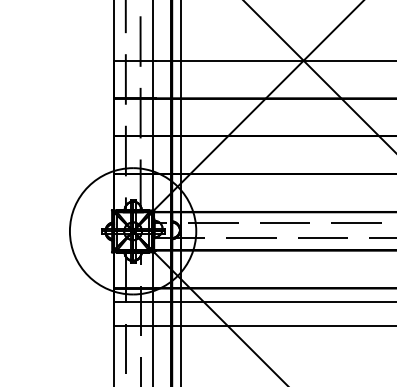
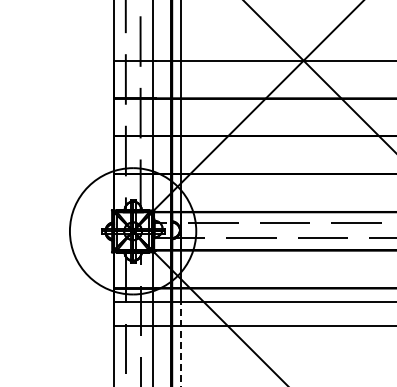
line at (180, 343): solid -> dashed
